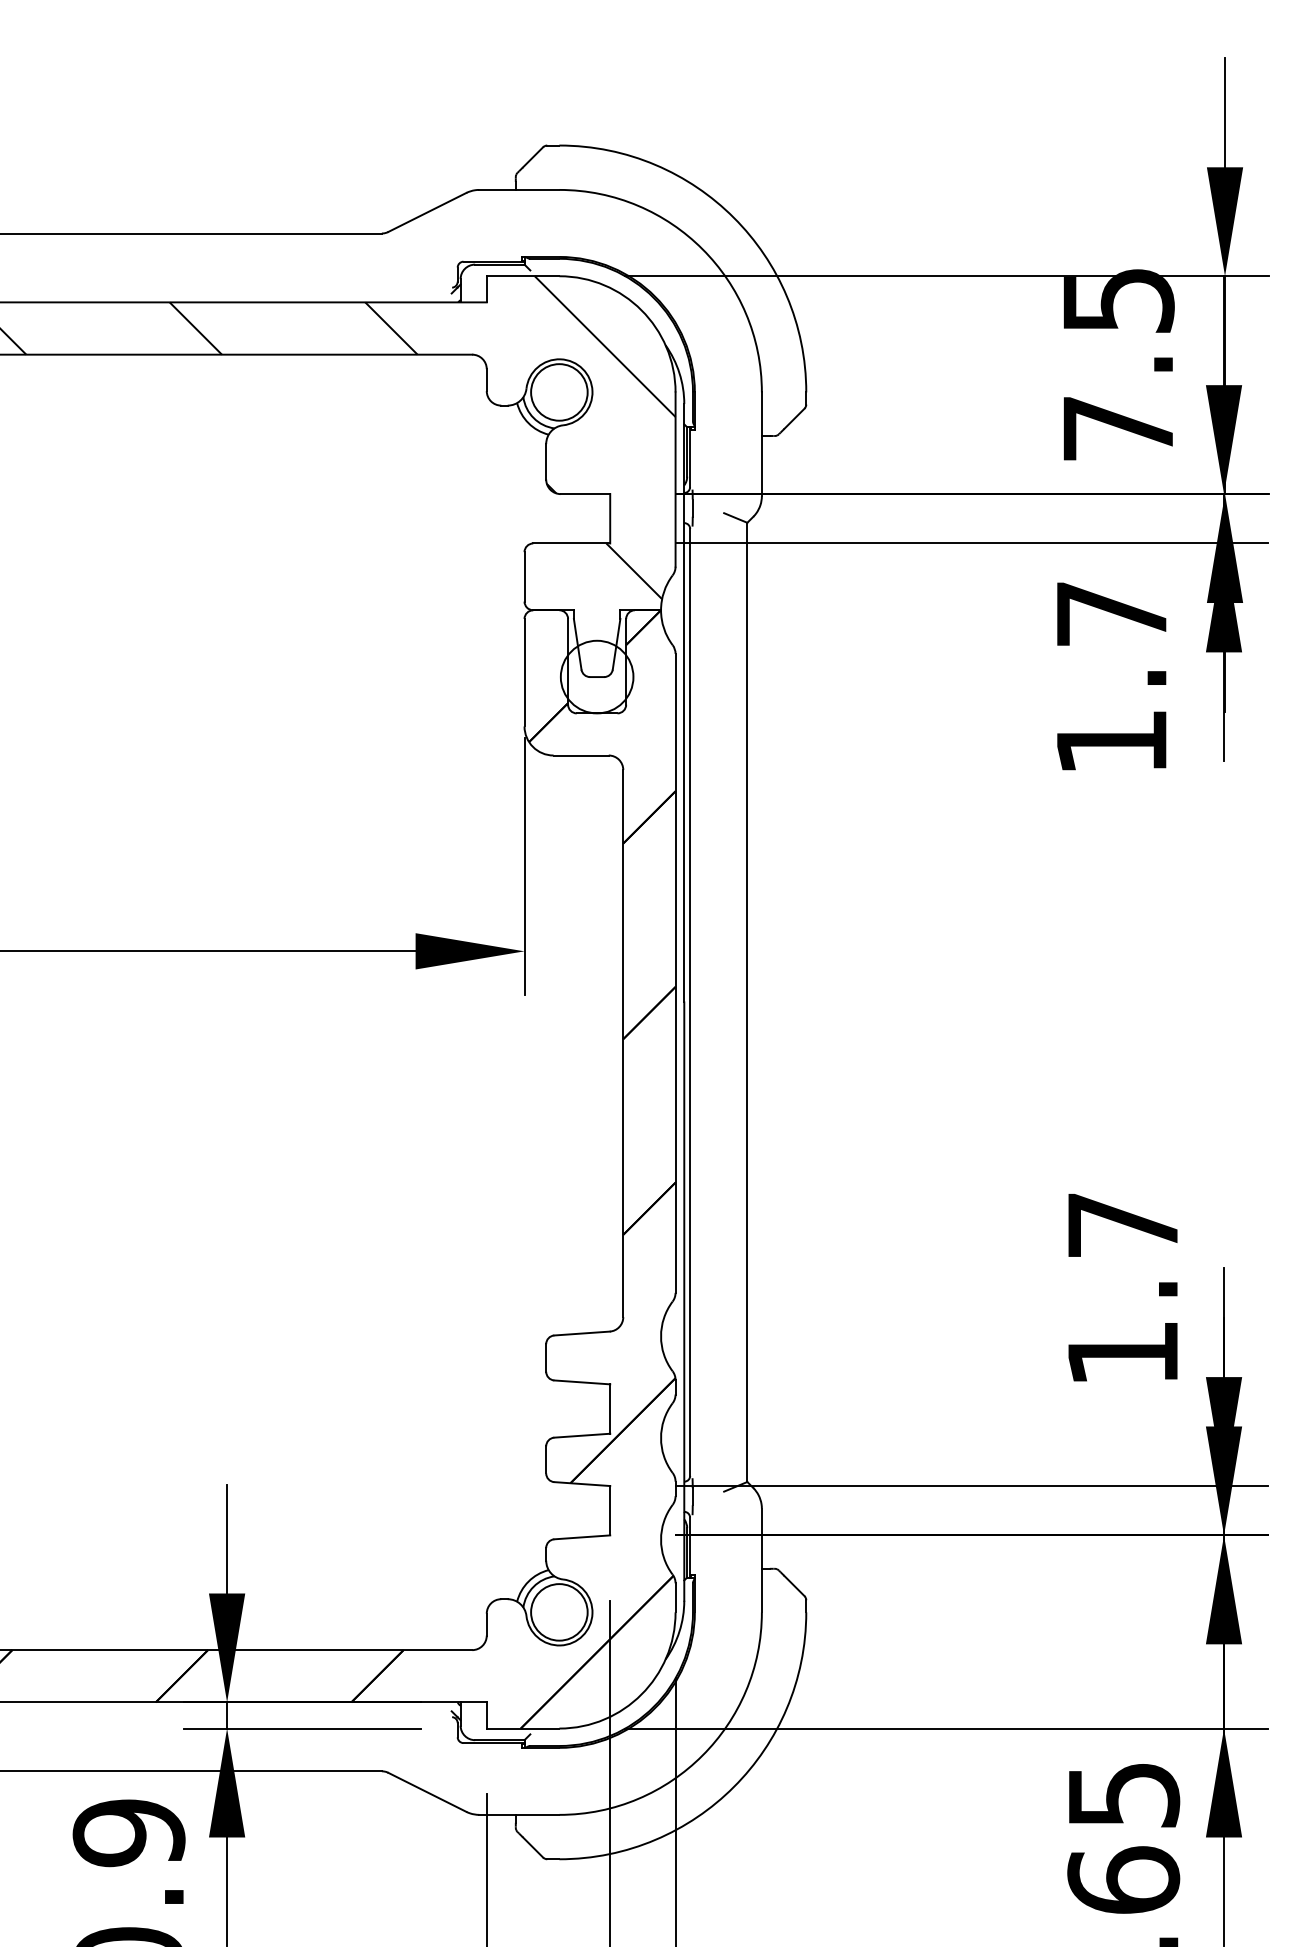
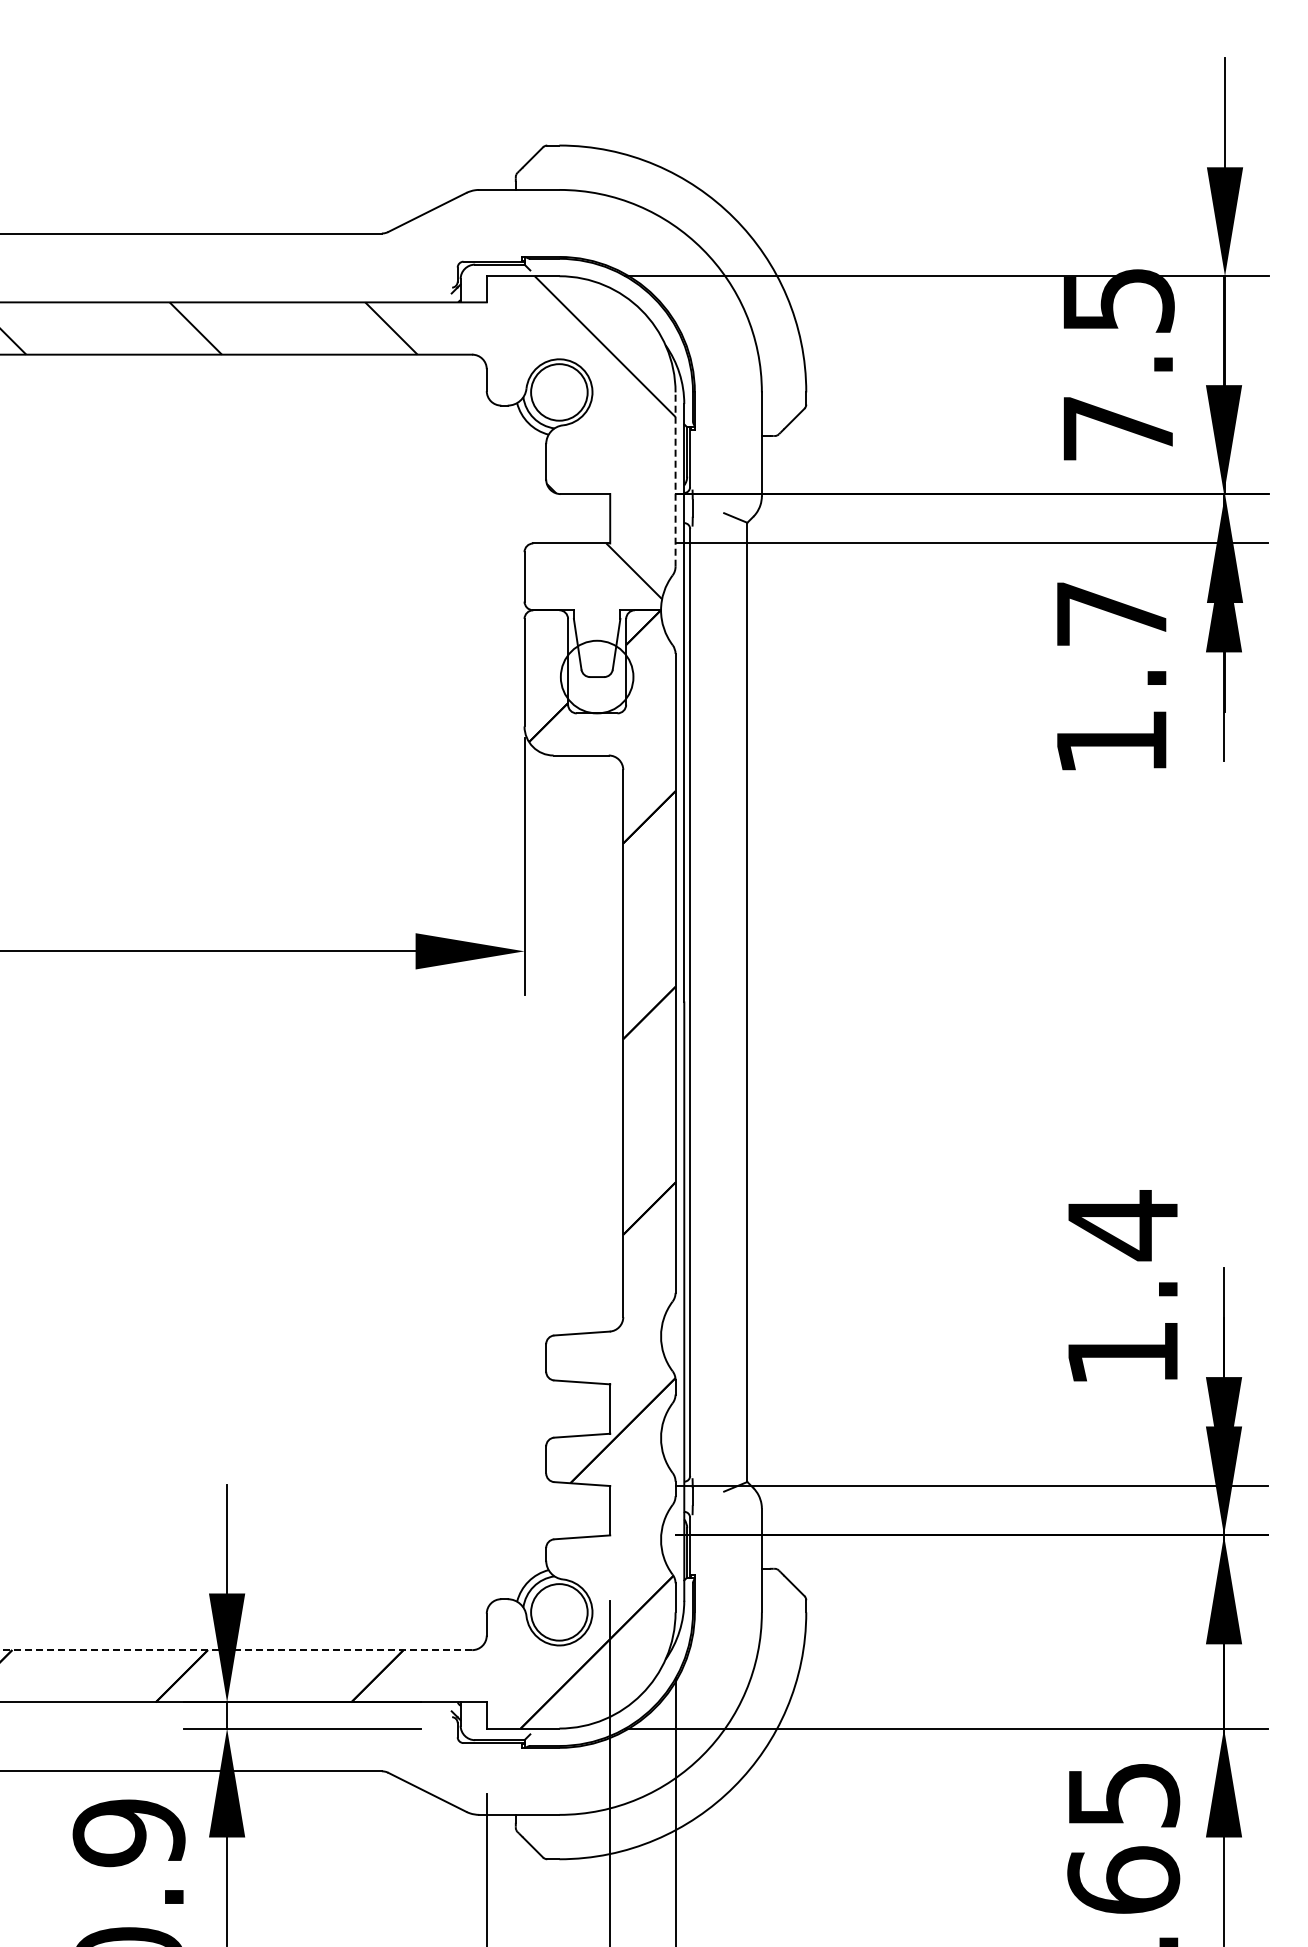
line at (675, 479): solid -> dashed
text at (1122, 1225): 1.7 -> 1.4
line at (236, 1650): solid -> dashed
